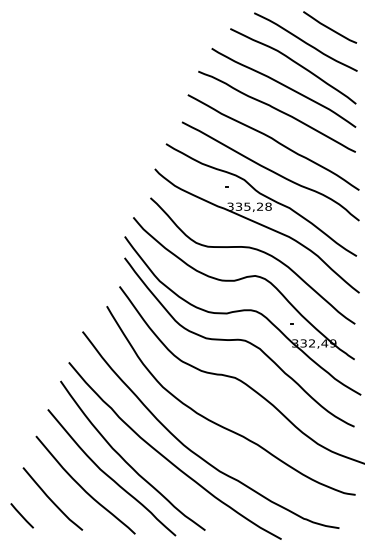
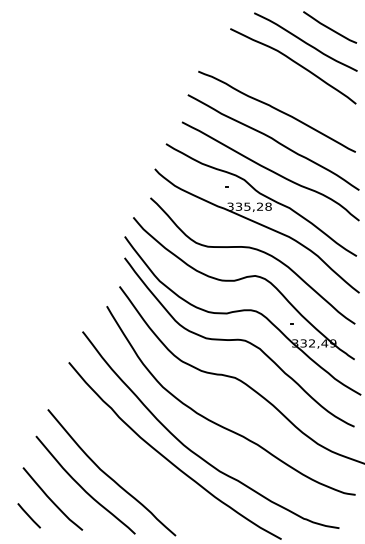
curve at (283, 86): present -> none
curve at (126, 461): present -> none
line at (21, 515) position: (21, 515) -> (28, 515)
